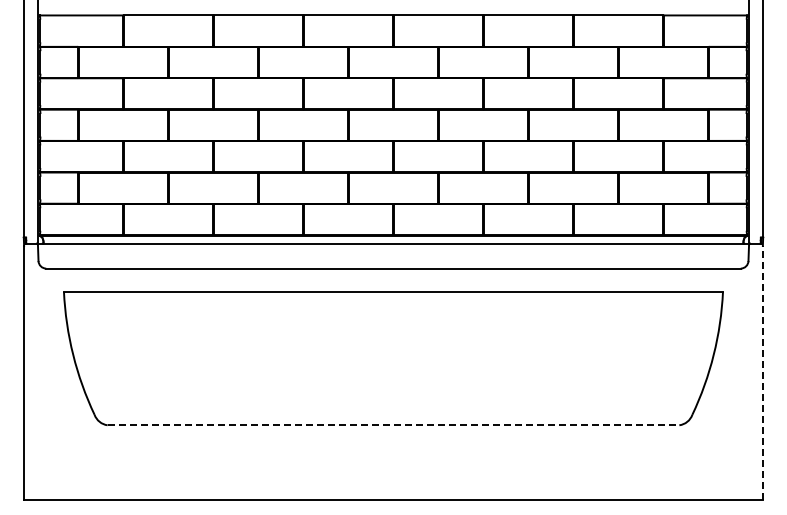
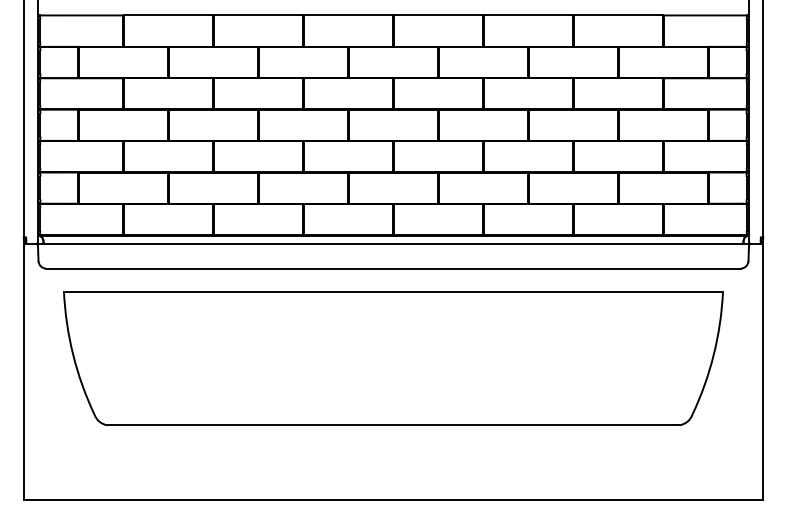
line at (762, 372): dashed -> solid
line at (393, 425): dashed -> solid
